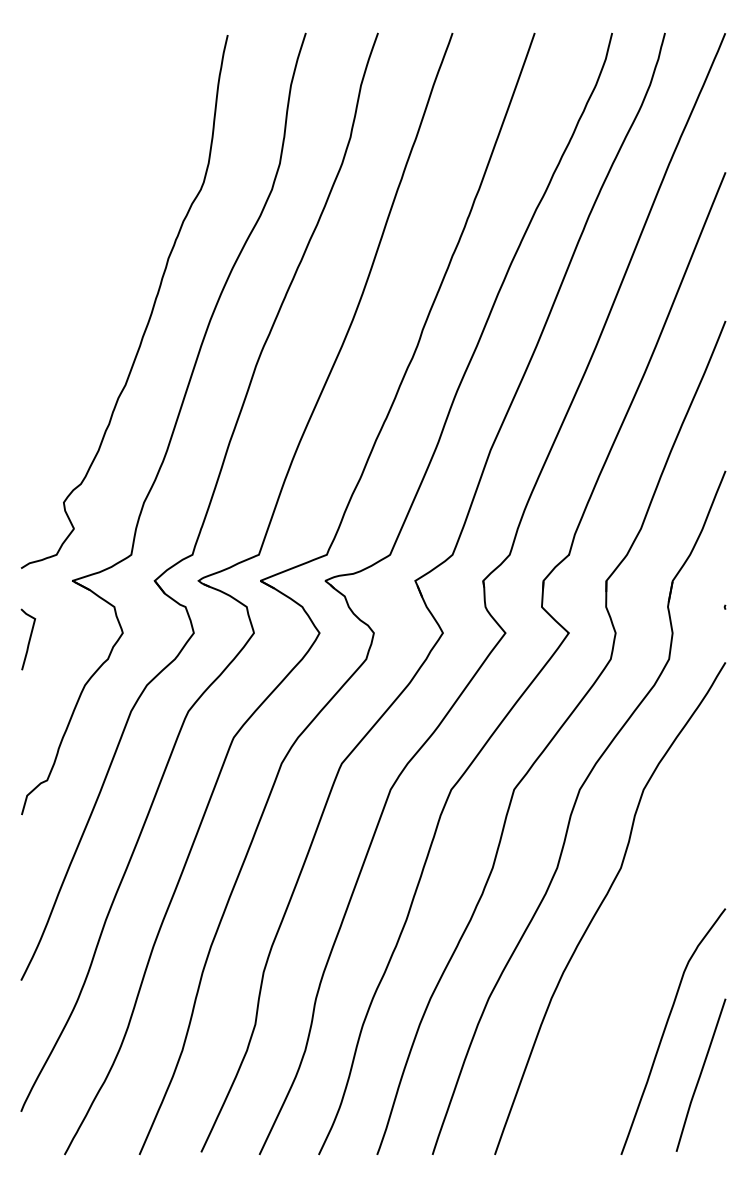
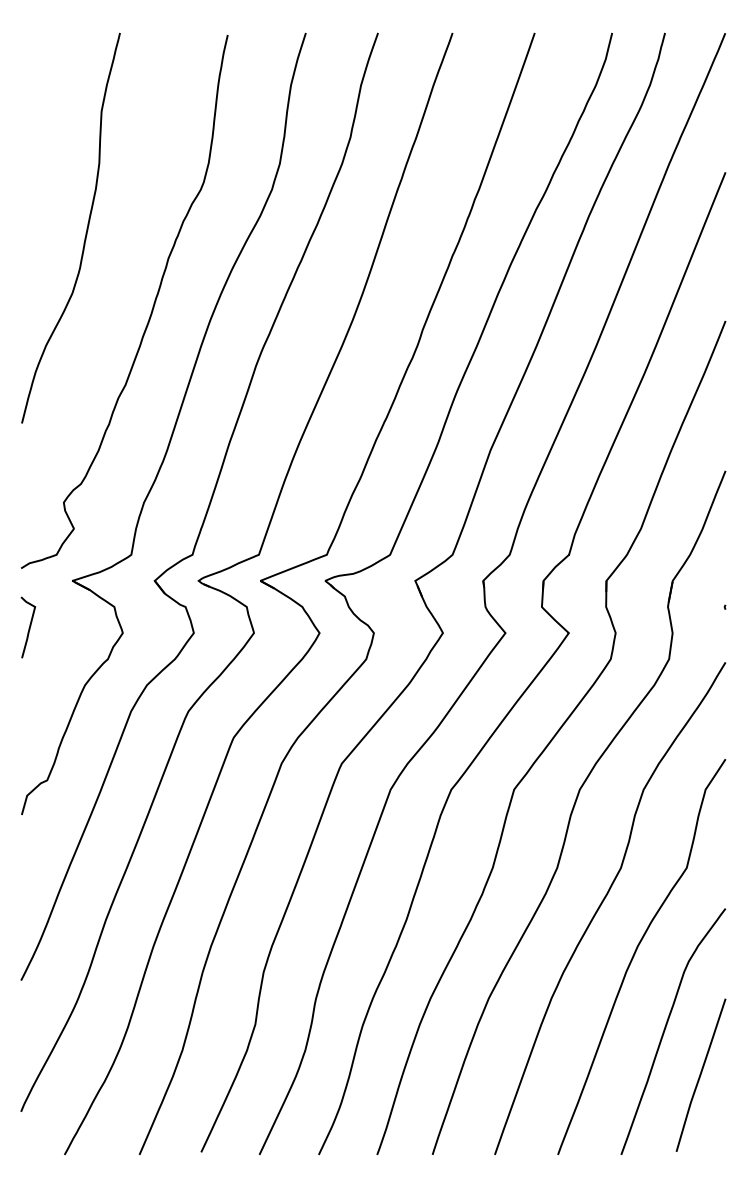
curve at (85, 232): none -> present
curve at (29, 639) position: (29, 639) -> (29, 627)
curve at (635, 954): none -> present
